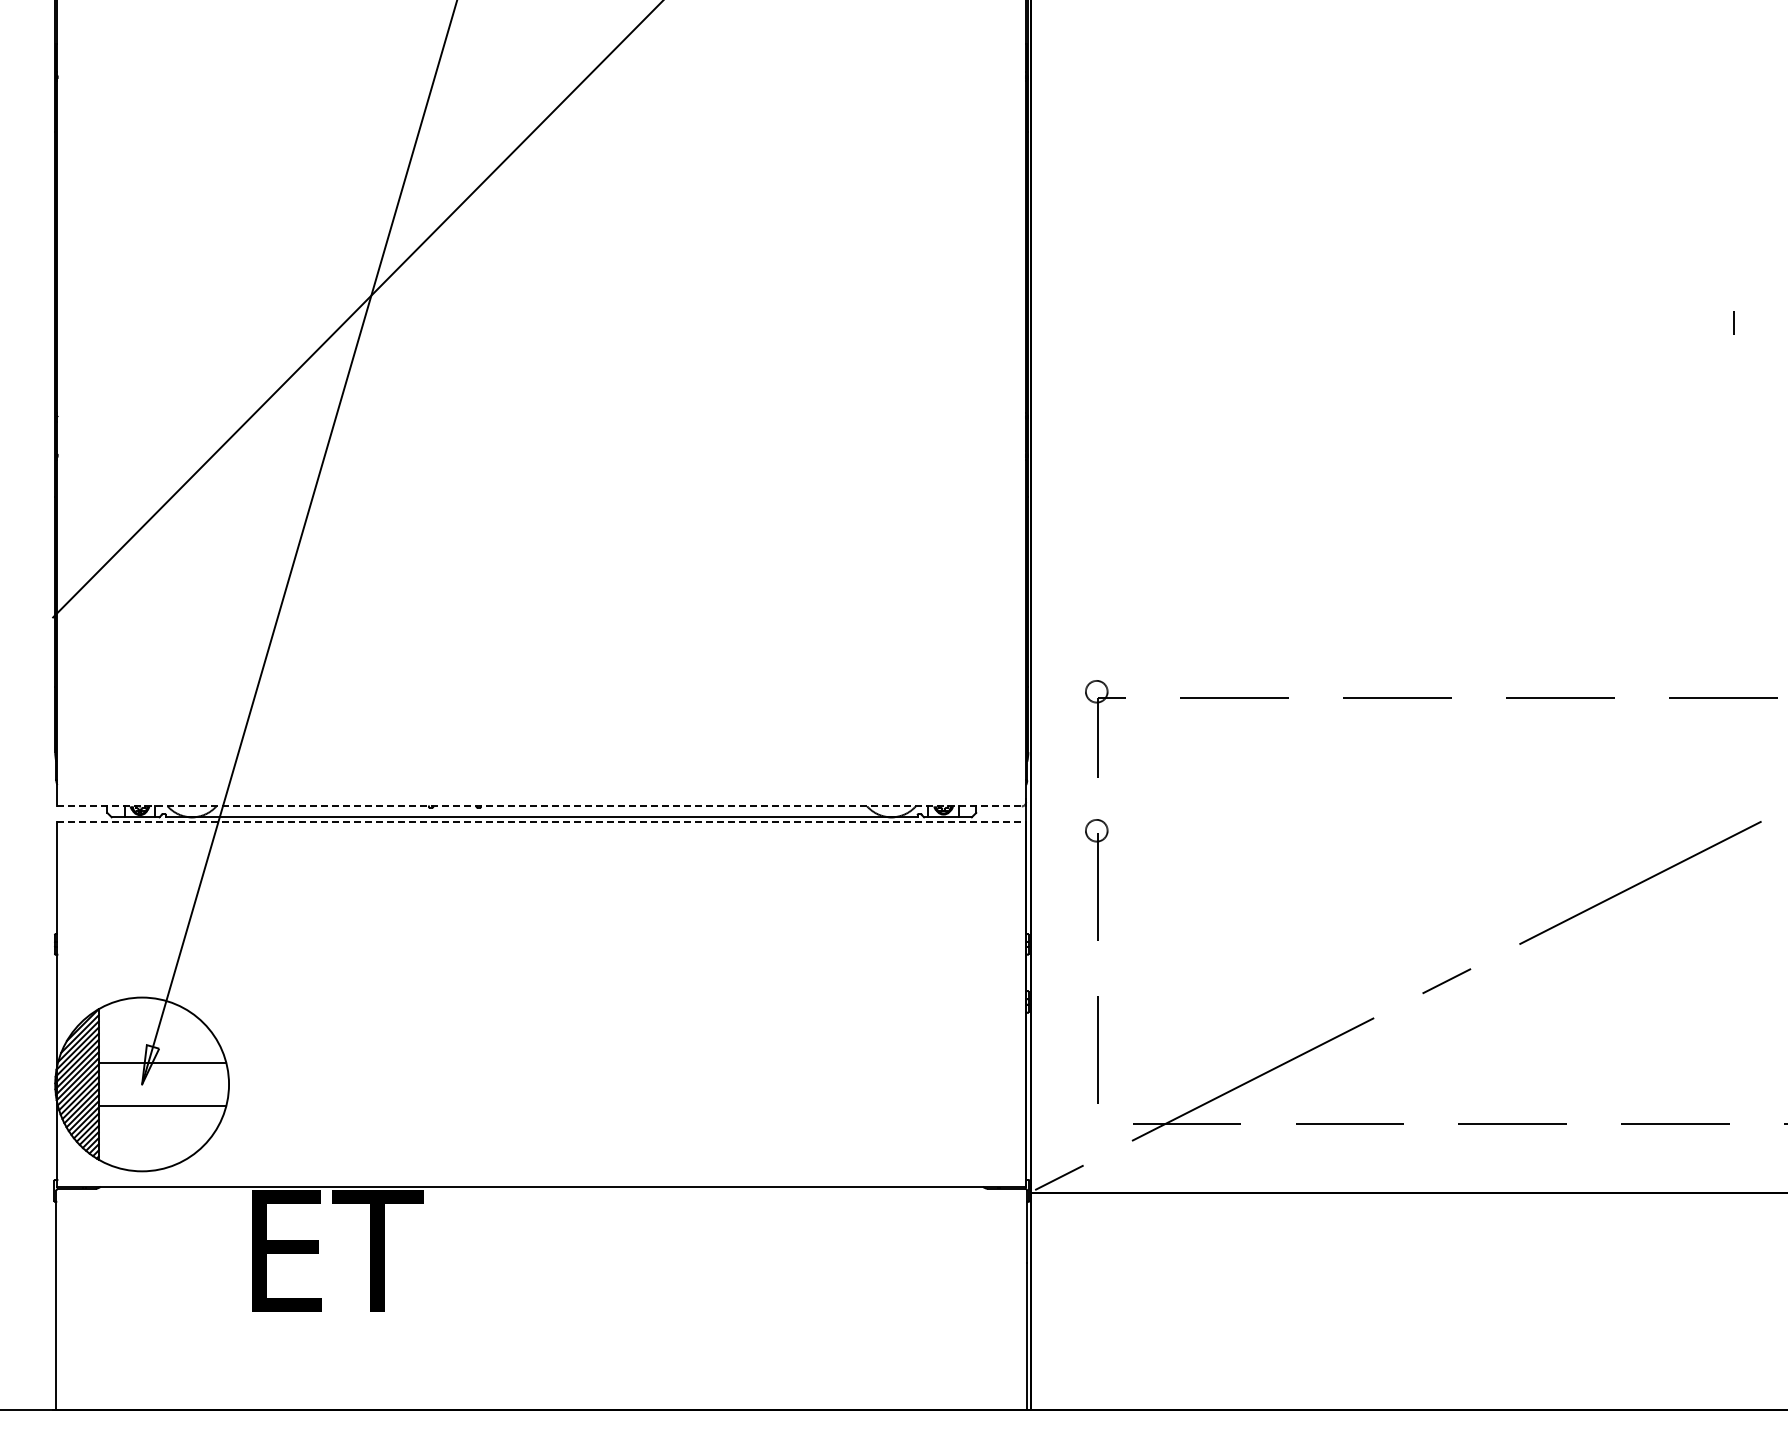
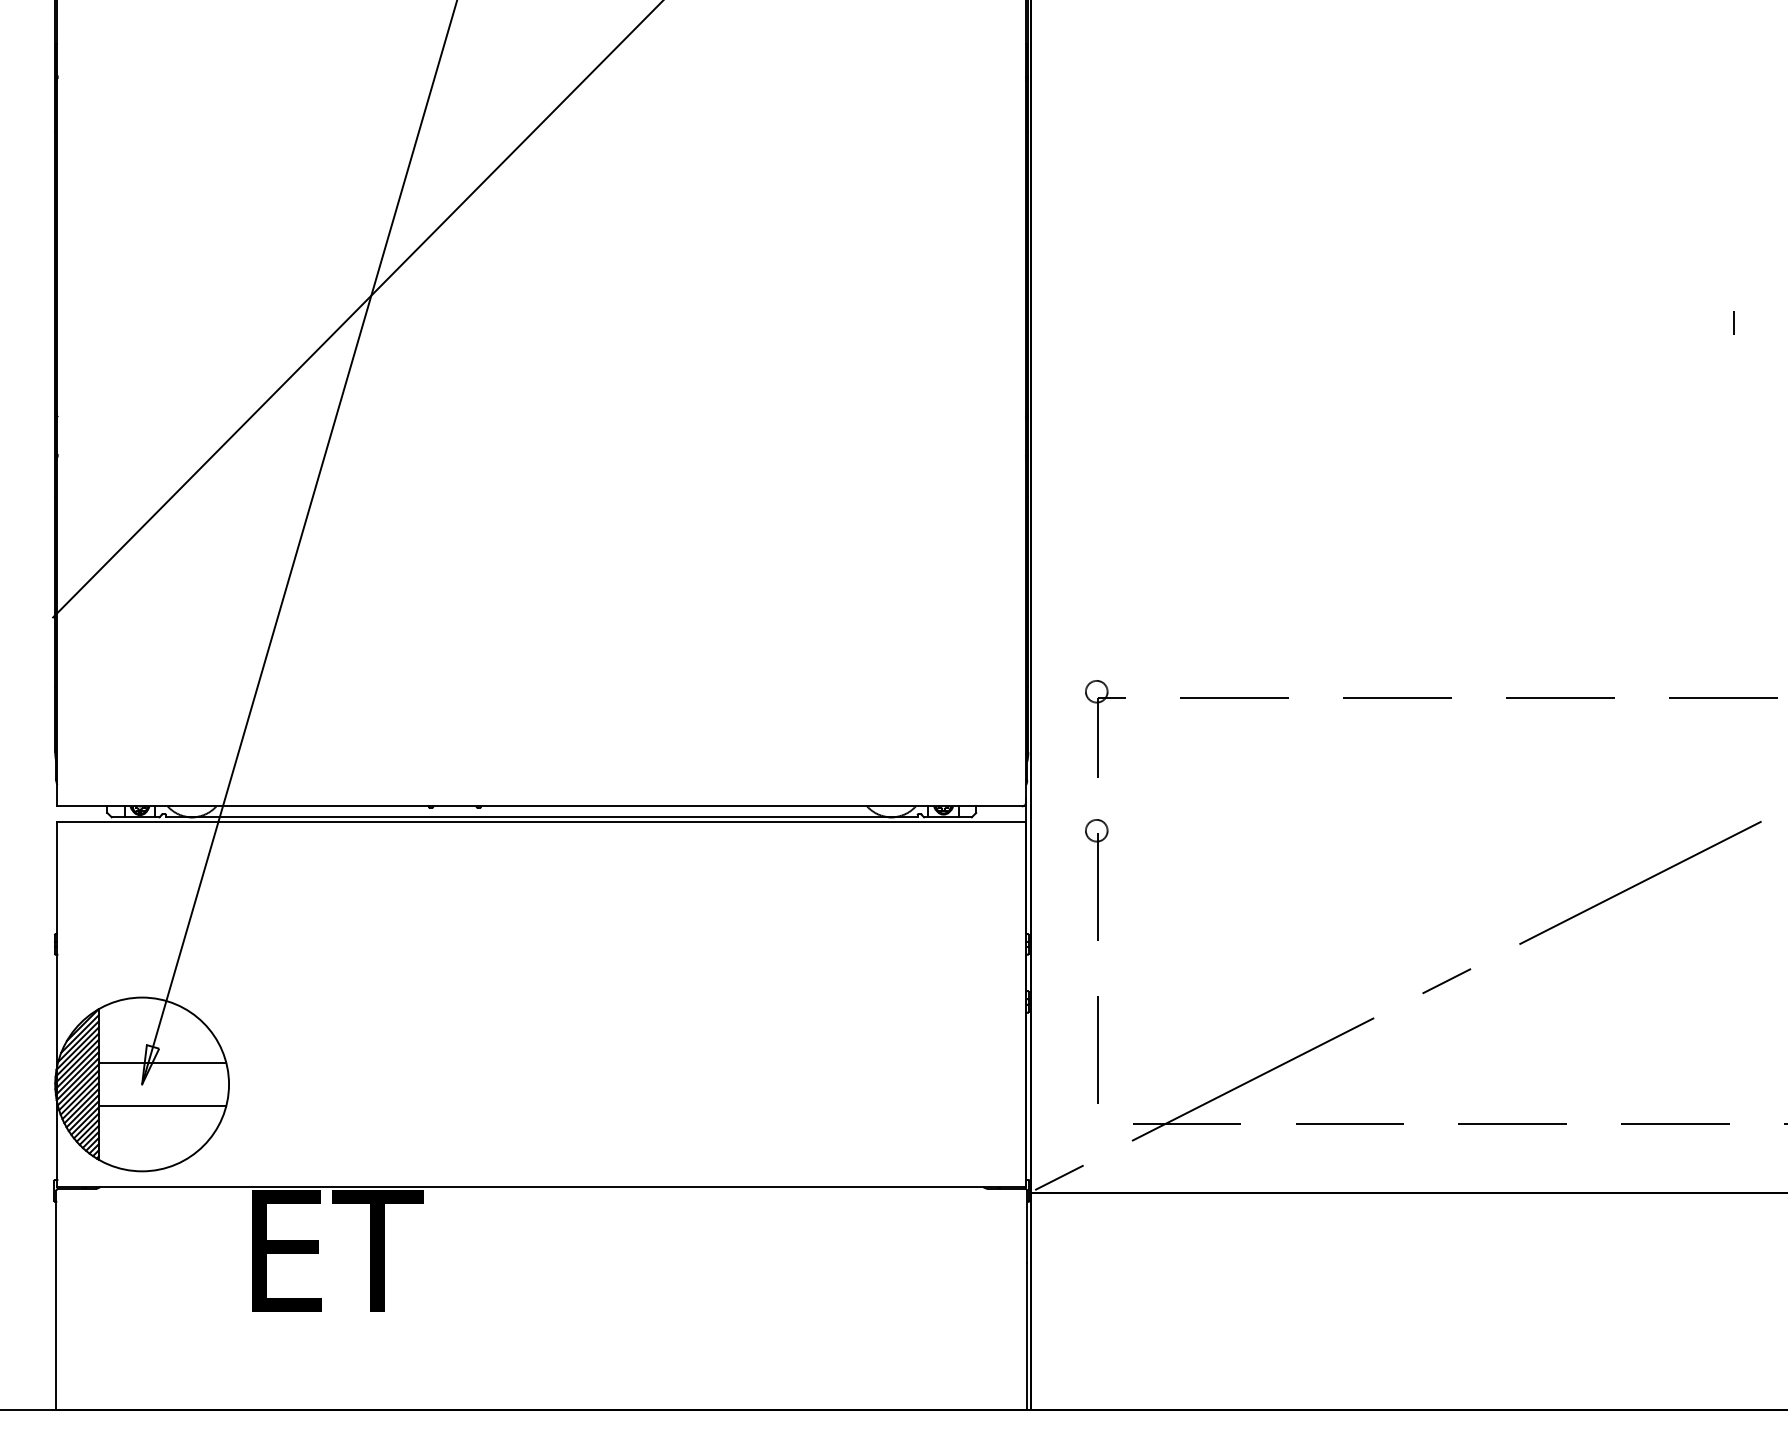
line at (542, 806): dashed -> solid
line at (542, 821): dashed -> solid
